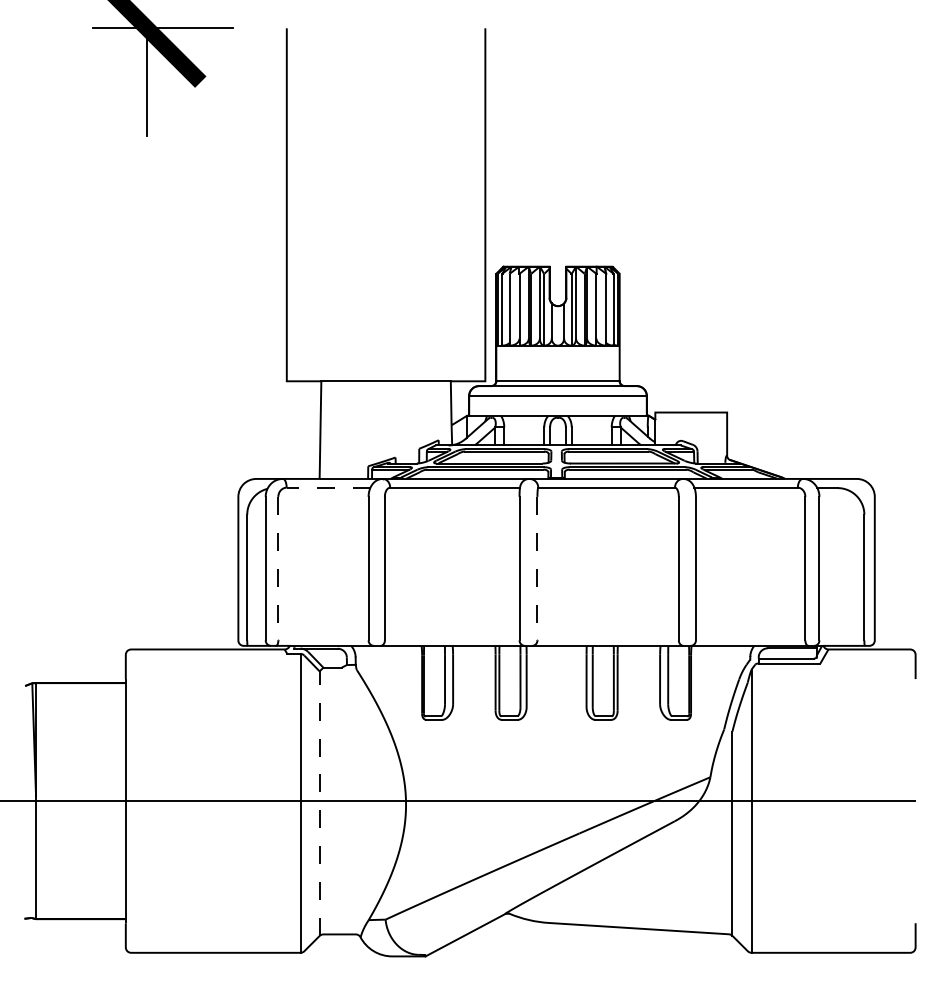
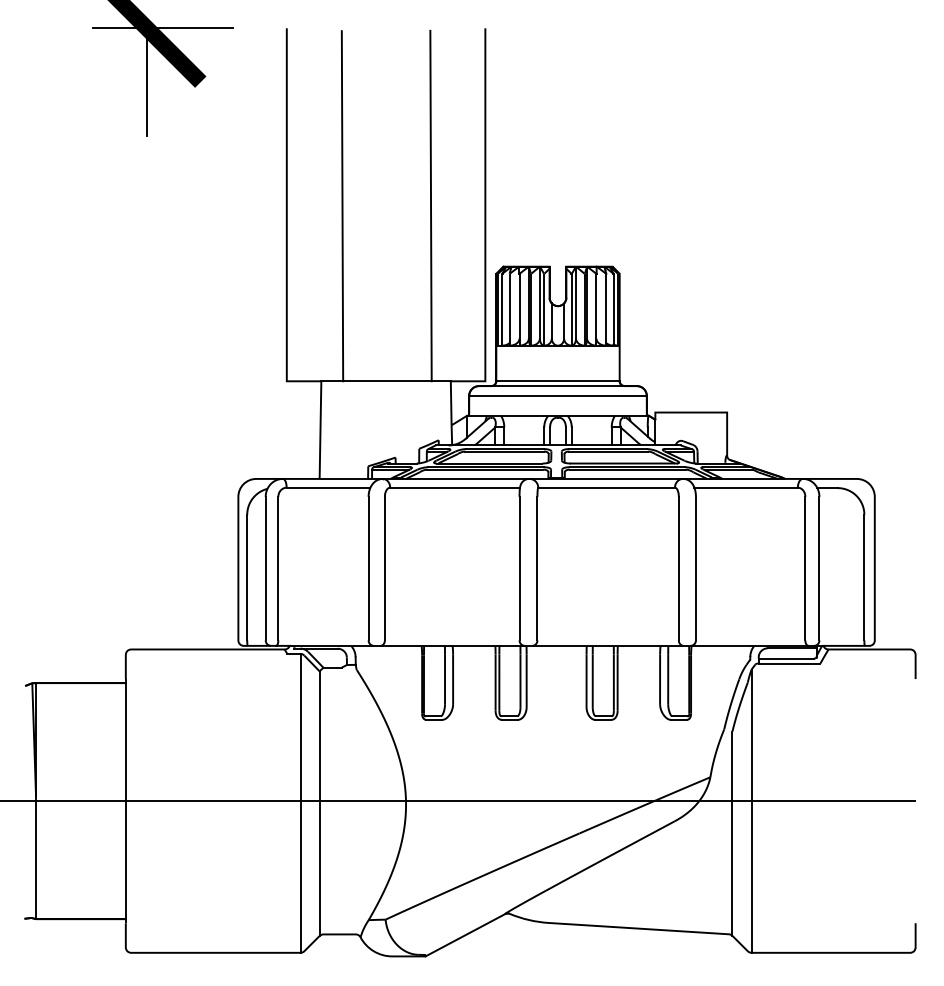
line at (430, 205): none -> present
line at (342, 206): none -> present
line at (328, 487): dashed -> solid
line at (278, 568): dashed -> solid
line at (537, 568): dashed -> solid
line at (319, 803): dashed -> solid
